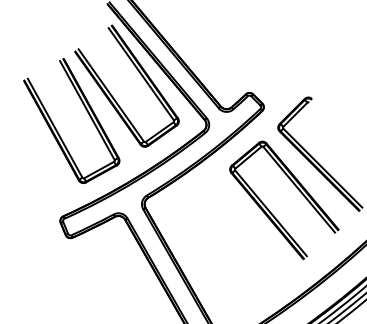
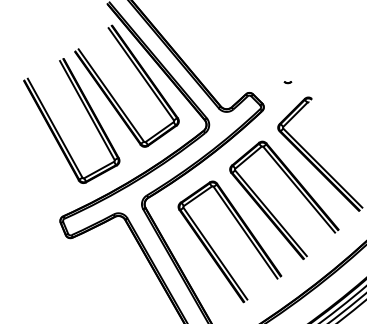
part at (287, 82): none -> present
part at (242, 230): none -> present
